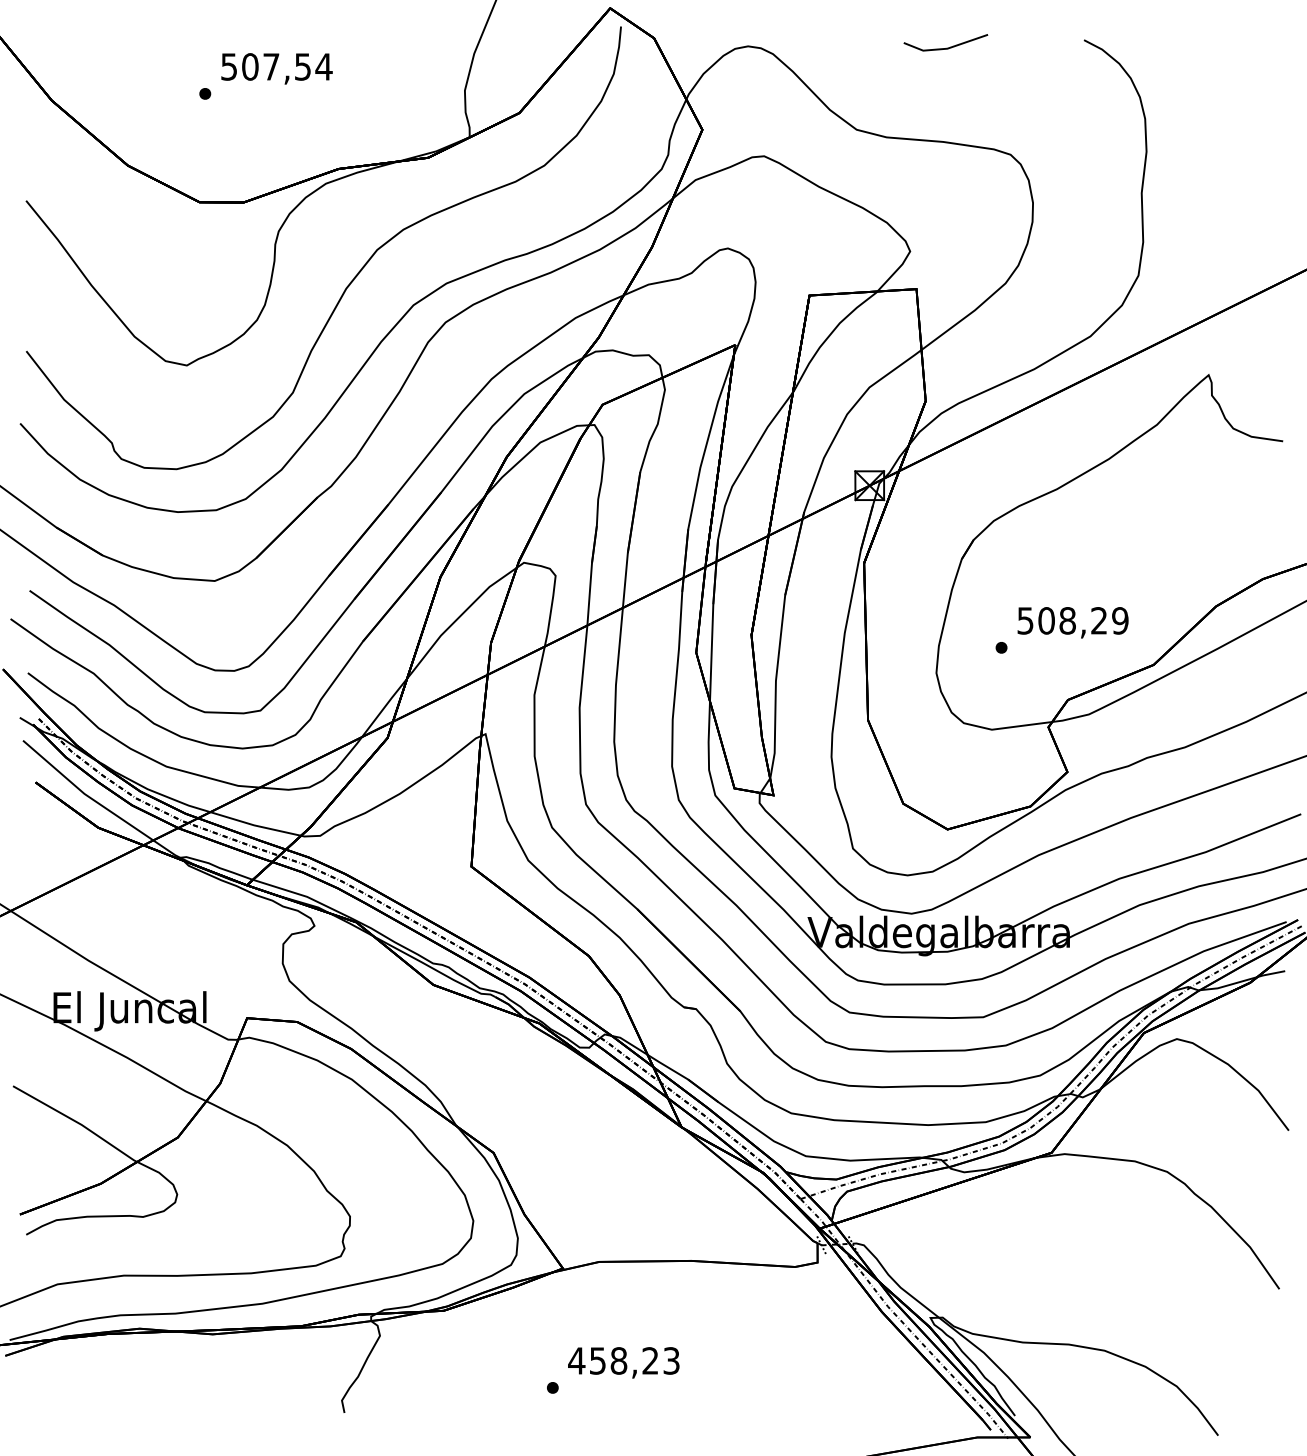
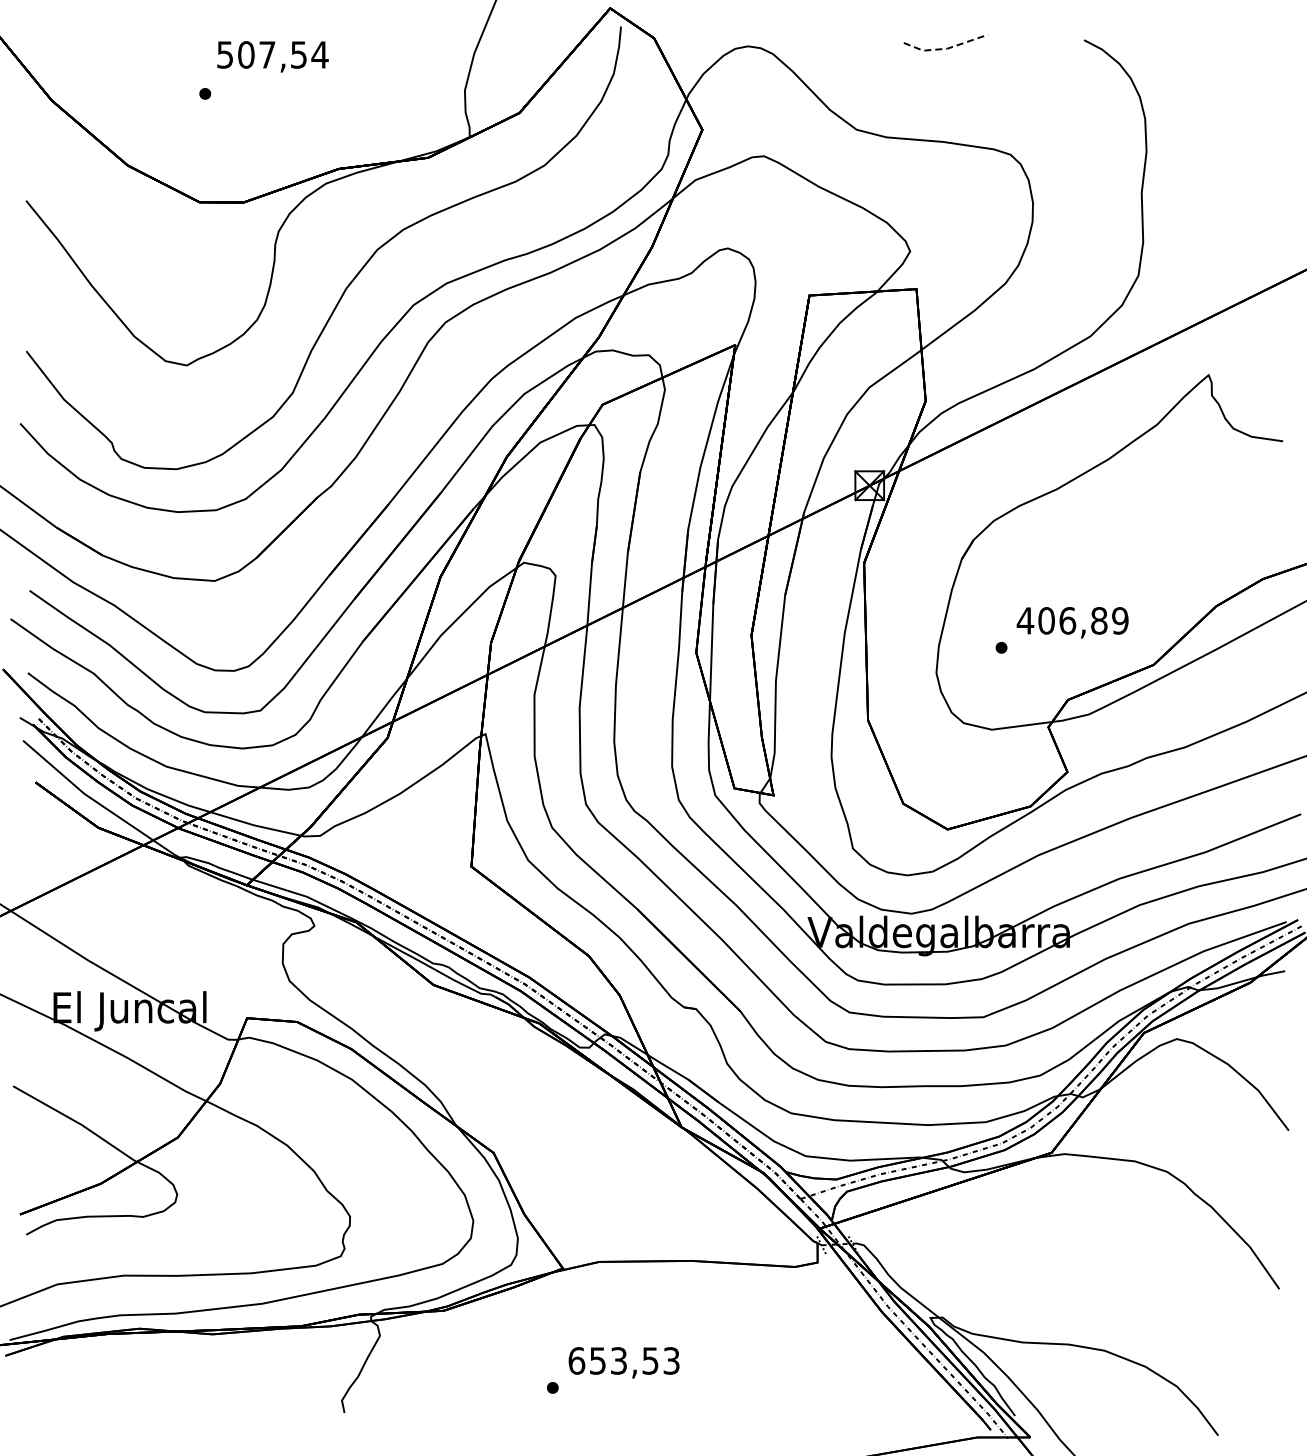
line at (946, 48): solid -> dashed
text at (276, 68) position: (276, 68) -> (272, 56)
text at (1061, 620): 508,29 -> 406,89
text at (613, 1360): 458,23 -> 653,53
